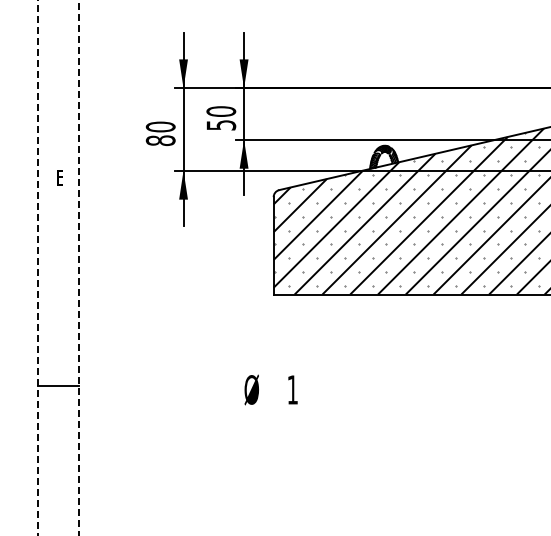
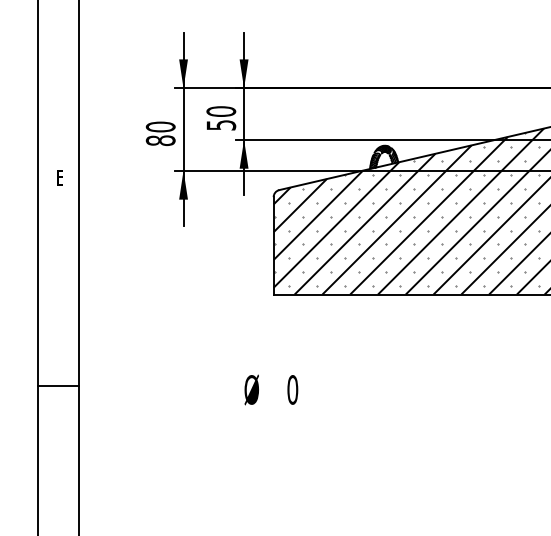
line at (37, 268): dashed -> solid
line at (79, 268): dashed -> solid
text at (292, 389): 1 -> 0
